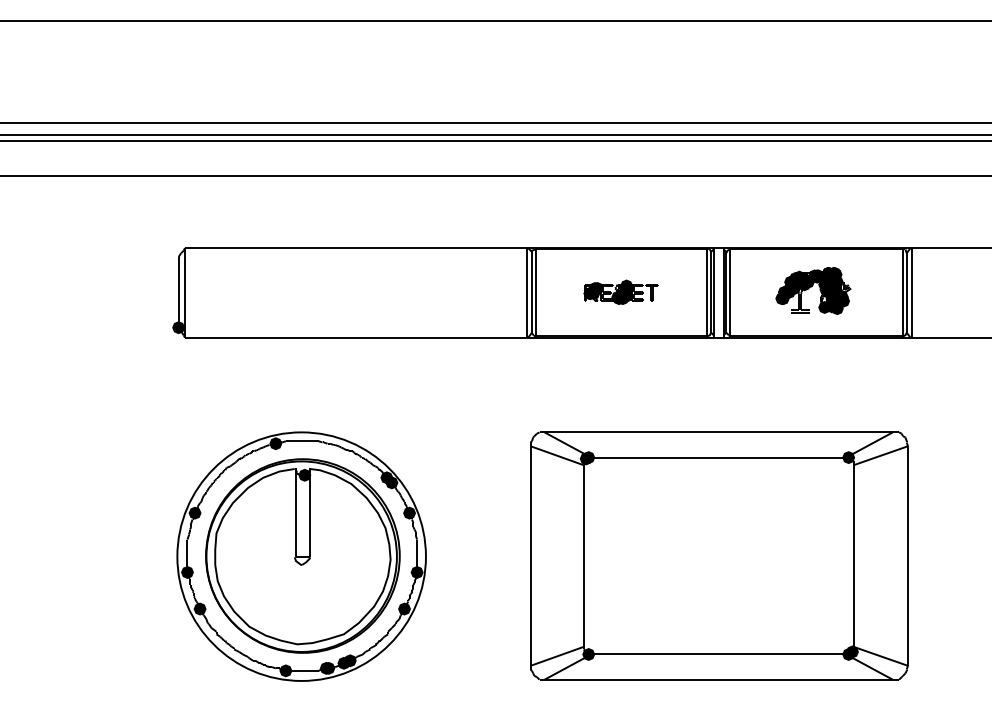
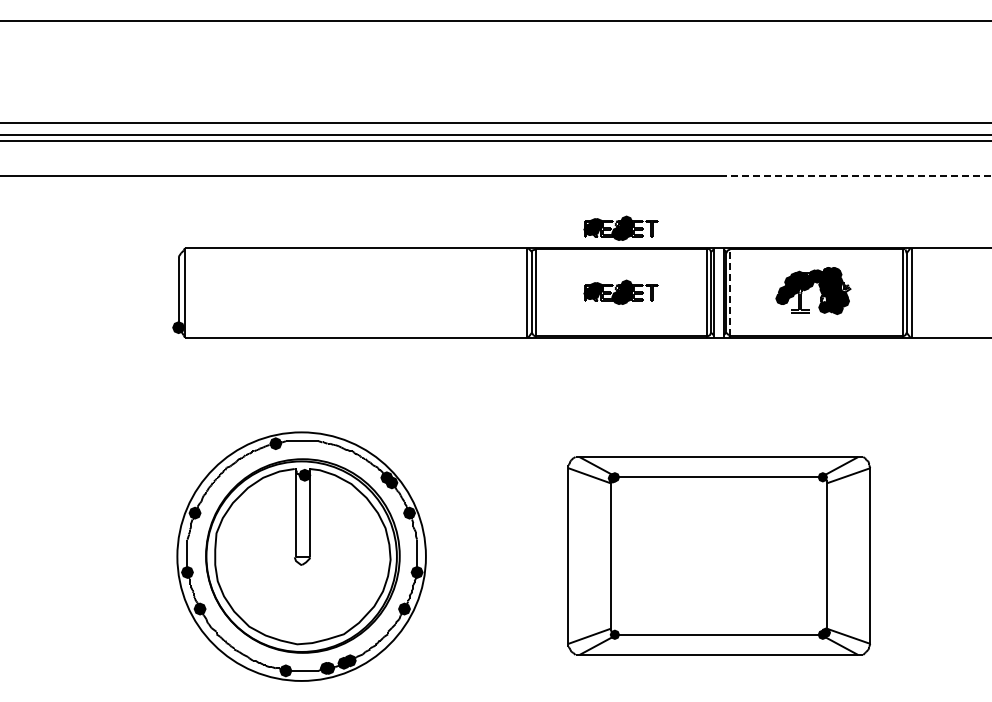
line at (855, 176): solid -> dashed
part at (620, 227): none -> present
line at (730, 292): solid -> dashed
part at (719, 555) size: 379x250 px -> 304x200 px
